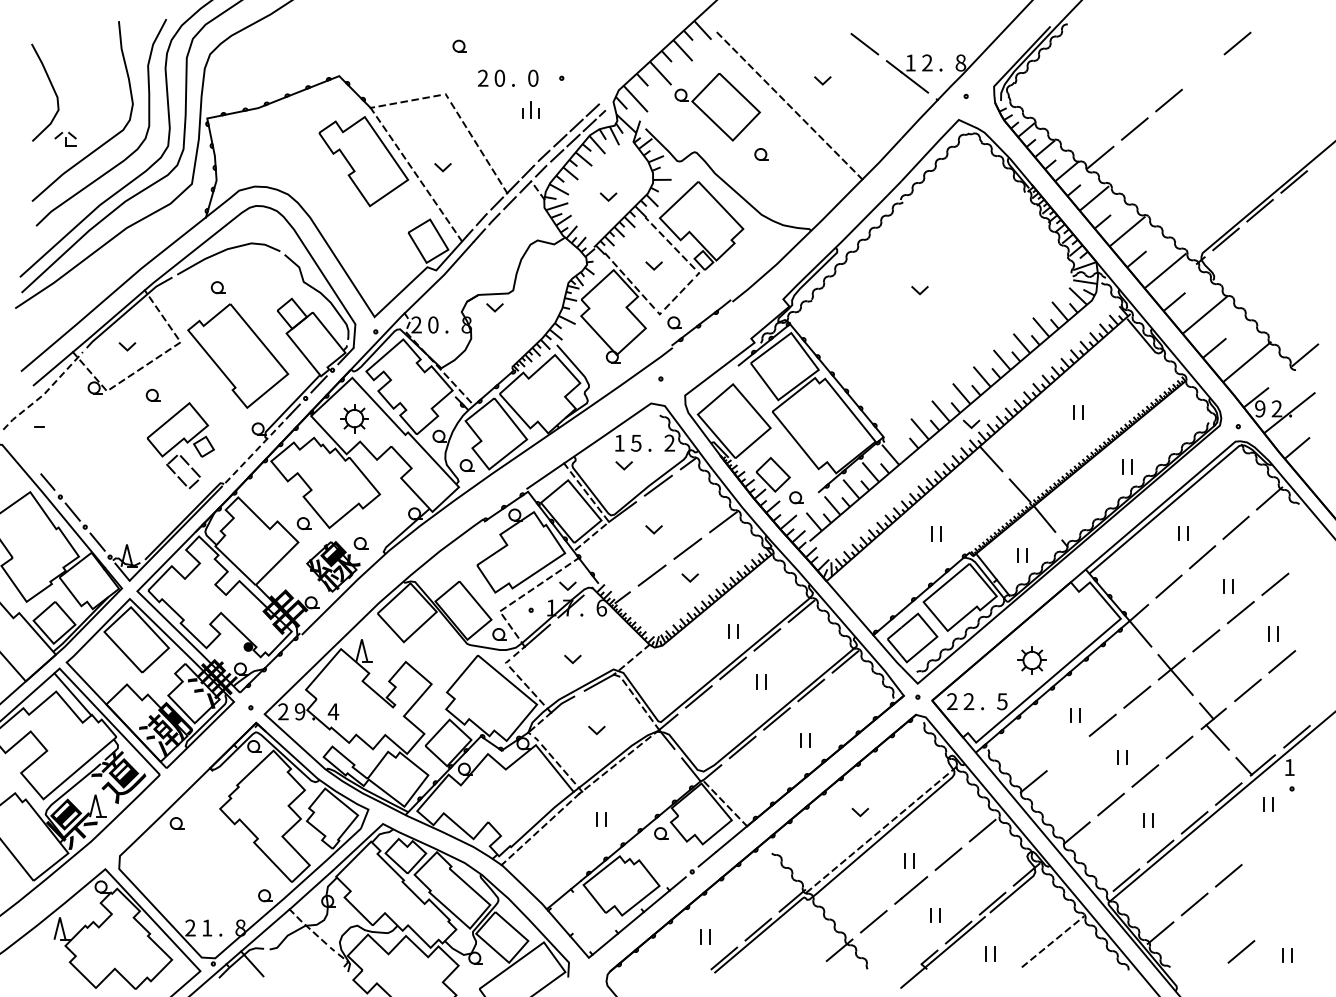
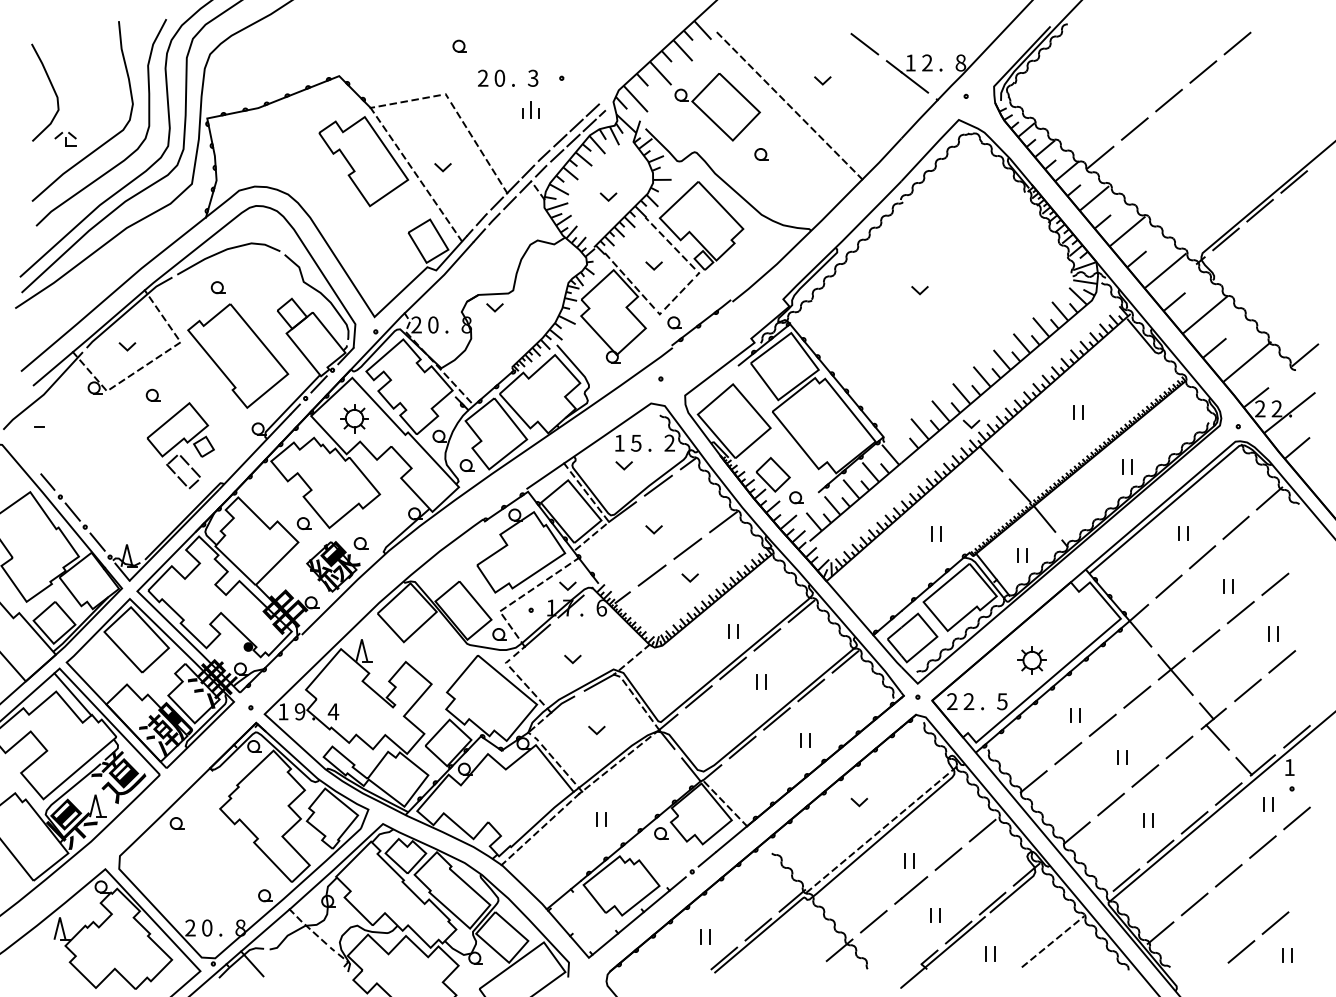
line at (1203, 71): none -> present
text at (532, 77): 0 -> 3
line at (44, 393): dashed -> solid
text at (1260, 409): 9 -> 2
line at (254, 452): dashed -> solid
text at (283, 711): 2 -> 1
line at (1068, 753): none -> present
line at (859, 813) position: (859, 813) -> (858, 803)
line at (1296, 818): none -> present
line at (1262, 846): none -> present
line at (1275, 922): none -> present
text at (207, 927): 1 -> 0
